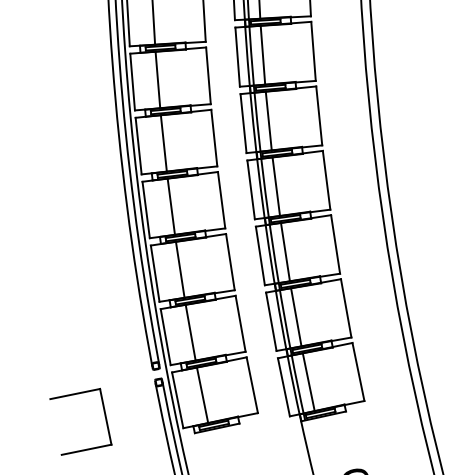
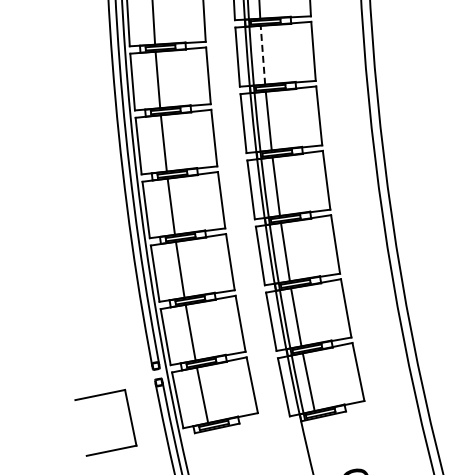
line at (262, 55): solid -> dashed
part at (104, 416) position: (104, 416) -> (129, 417)
